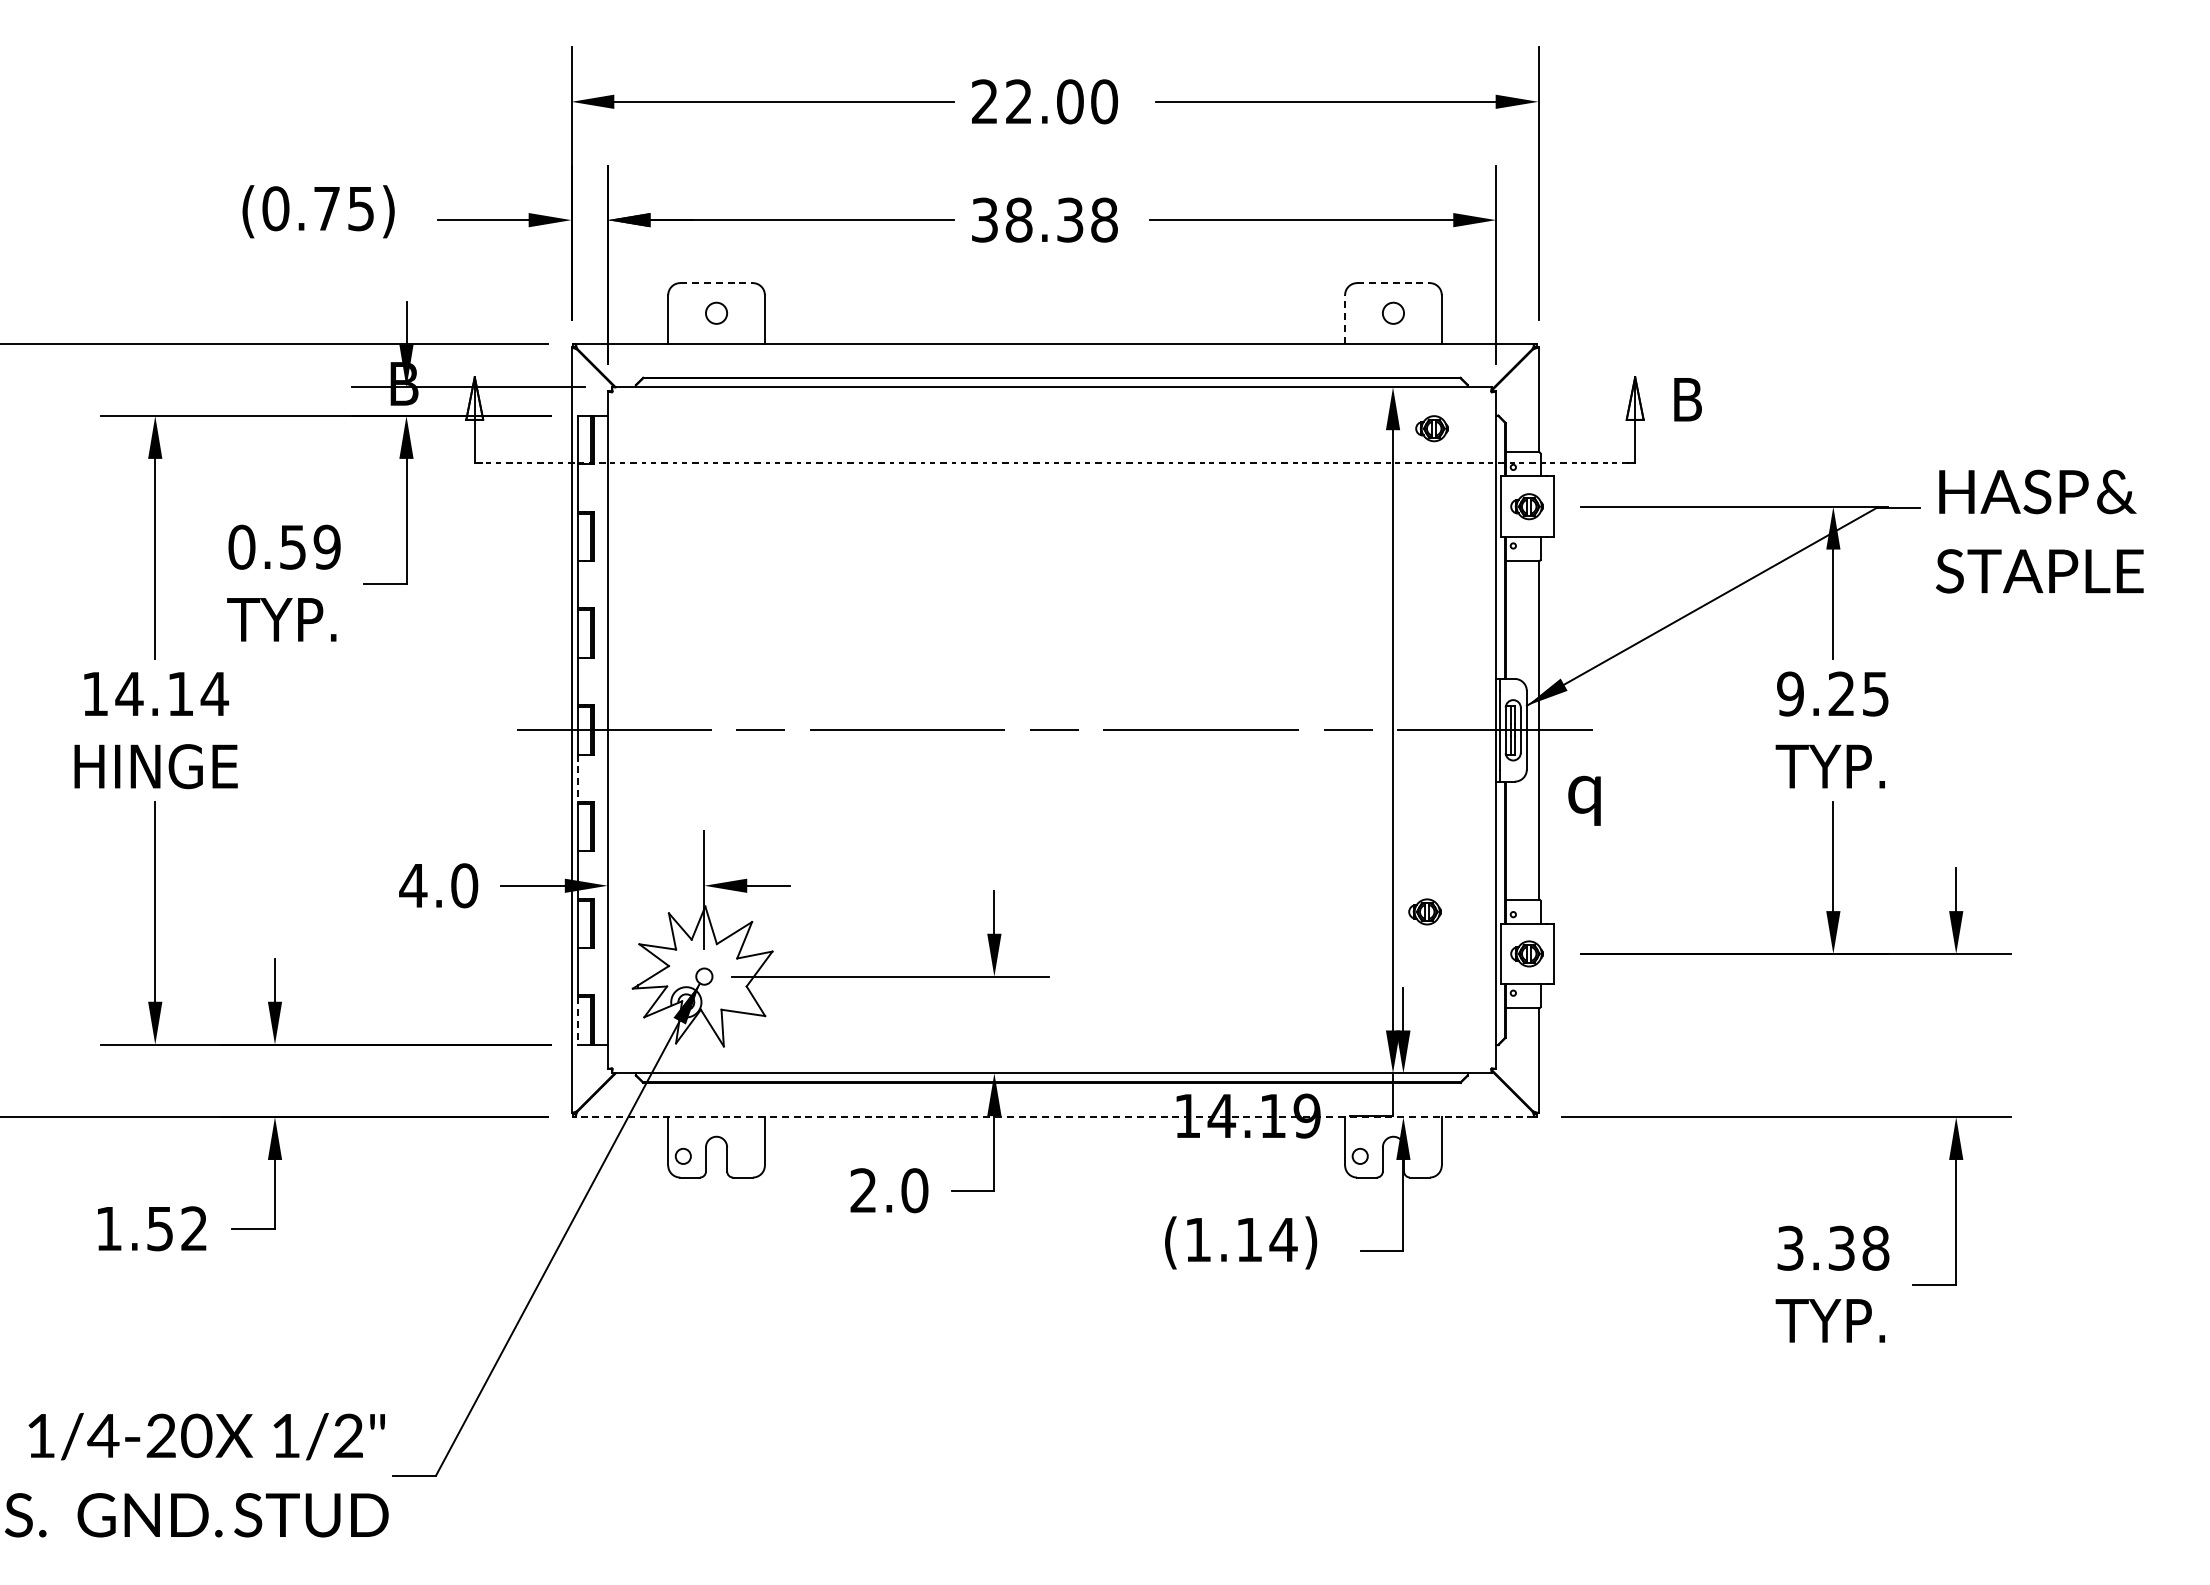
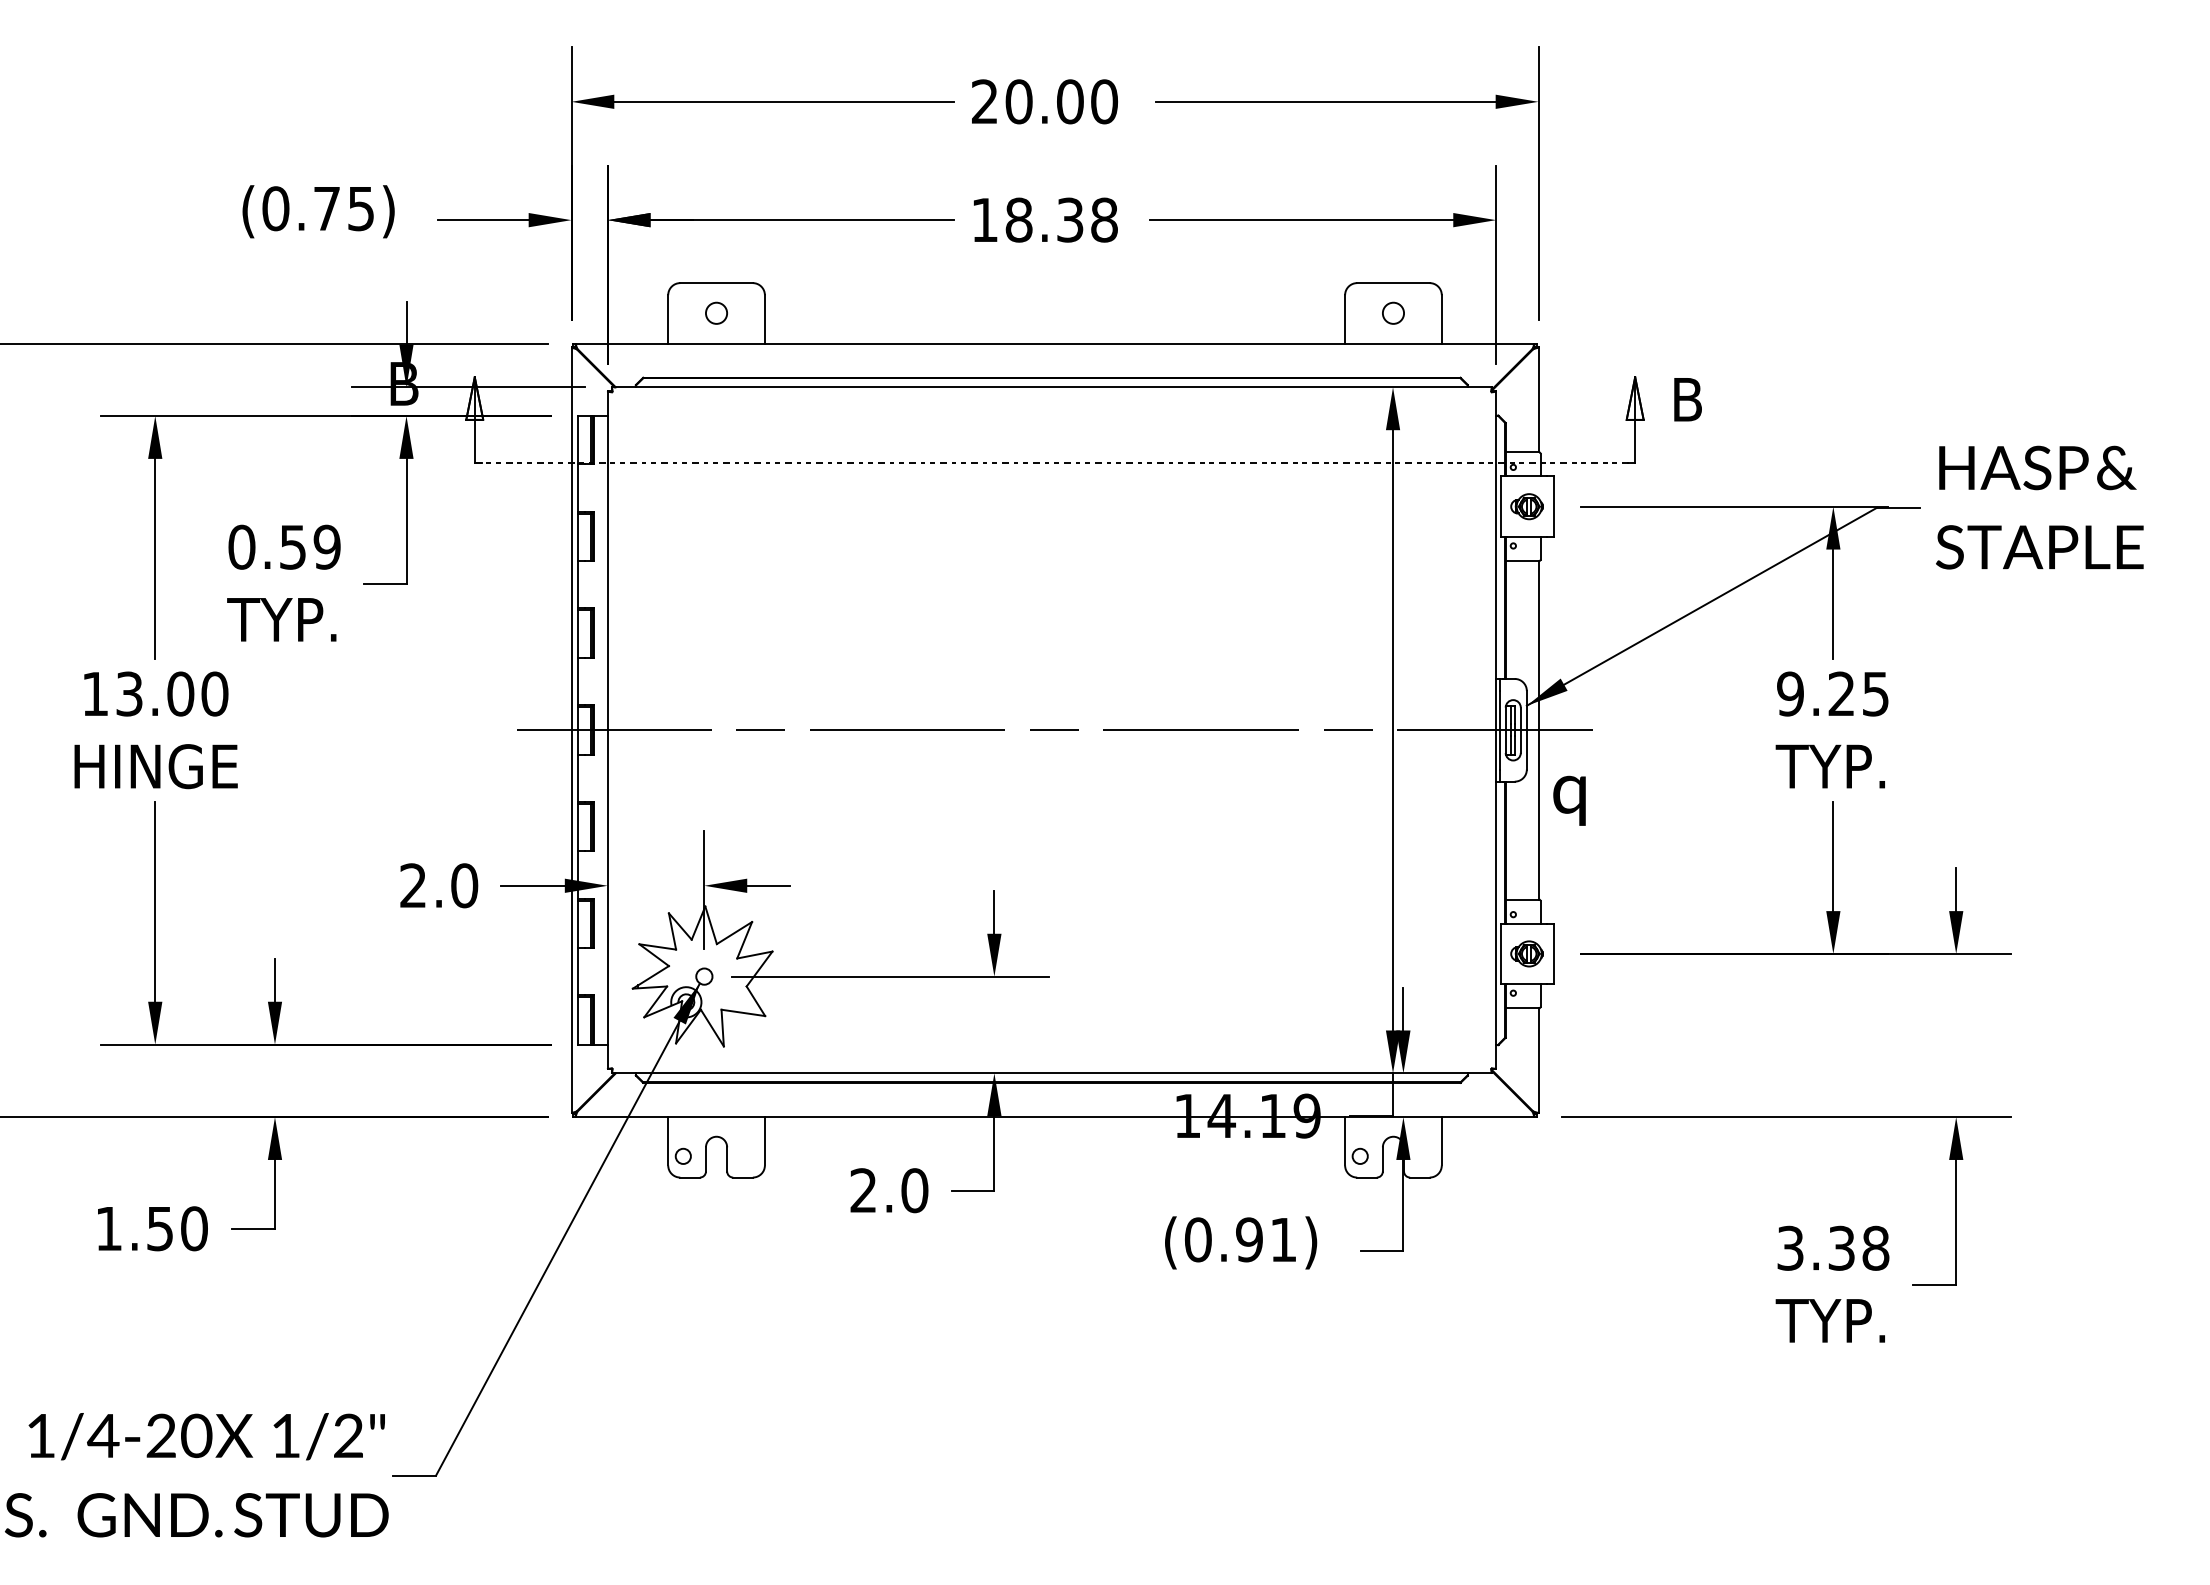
text at (1018, 101): 22.00 -> 20.00
text at (984, 219): 38.38 -> 18.38
line at (717, 283): dashed -> solid
line at (1393, 283): dashed -> solid
line at (1345, 318): dashed -> solid
part at (1431, 428): present -> none
text at (2039, 531) position: (2039, 531) -> (2039, 507)
text at (172, 693): 14.14 -> 13.00
line at (578, 778): dashed -> solid
text at (1584, 800) position: (1584, 800) -> (1569, 800)
text at (413, 885): 4.0 -> 2.0
part at (1424, 911): present -> none
line at (578, 1020): dashed -> solid
line at (1054, 1117): dashed -> solid
text at (194, 1228): 1.52 -> 1.50
text at (1241, 1239): (1.14) -> (0.91)
